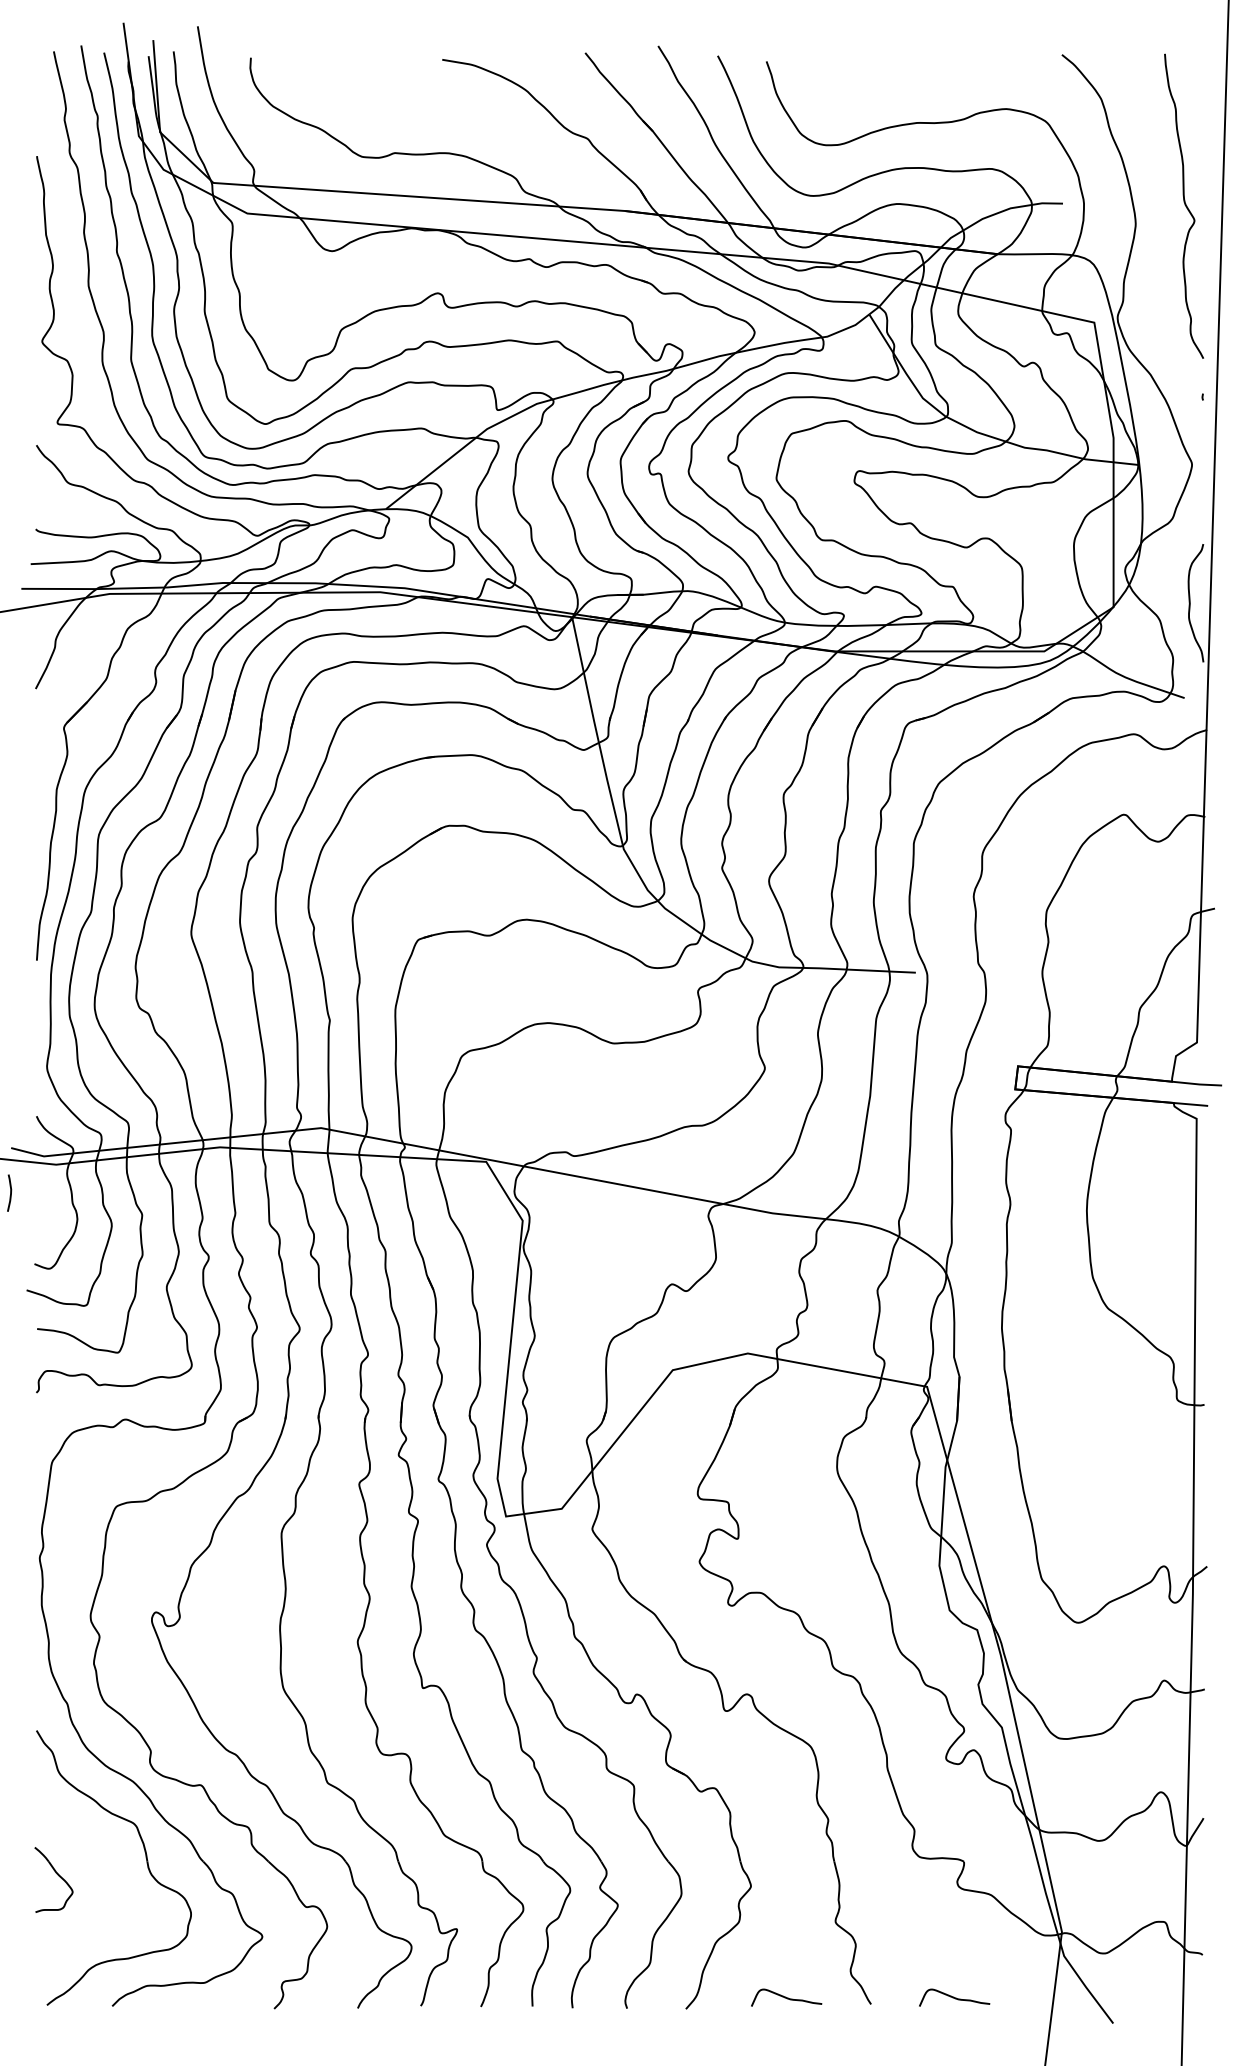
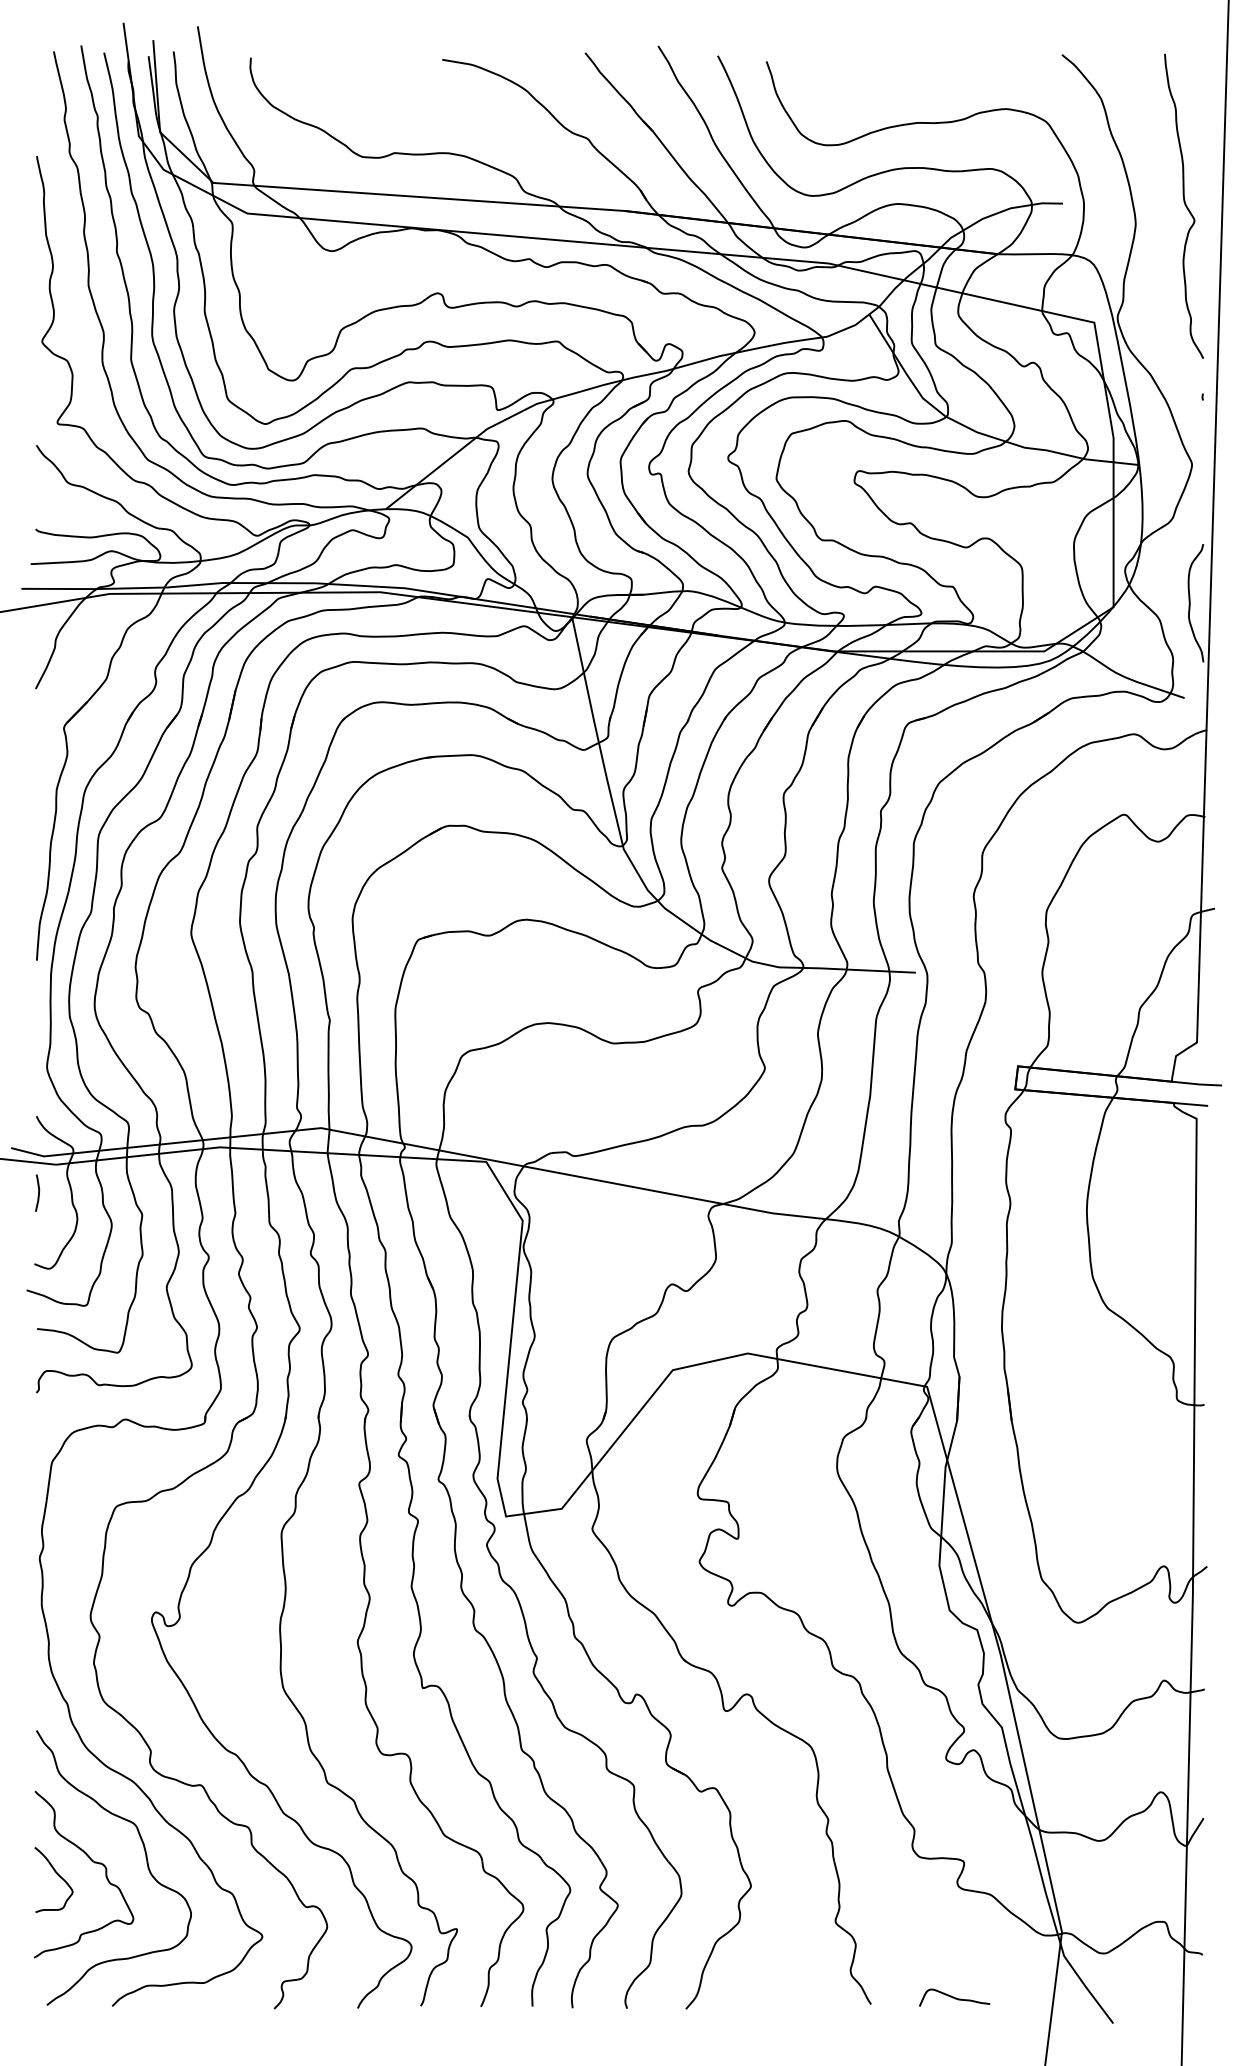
curve at (10, 1192) position: (10, 1192) -> (38, 1192)
part at (92, 1862): none -> present
curve at (786, 1997): present -> none
